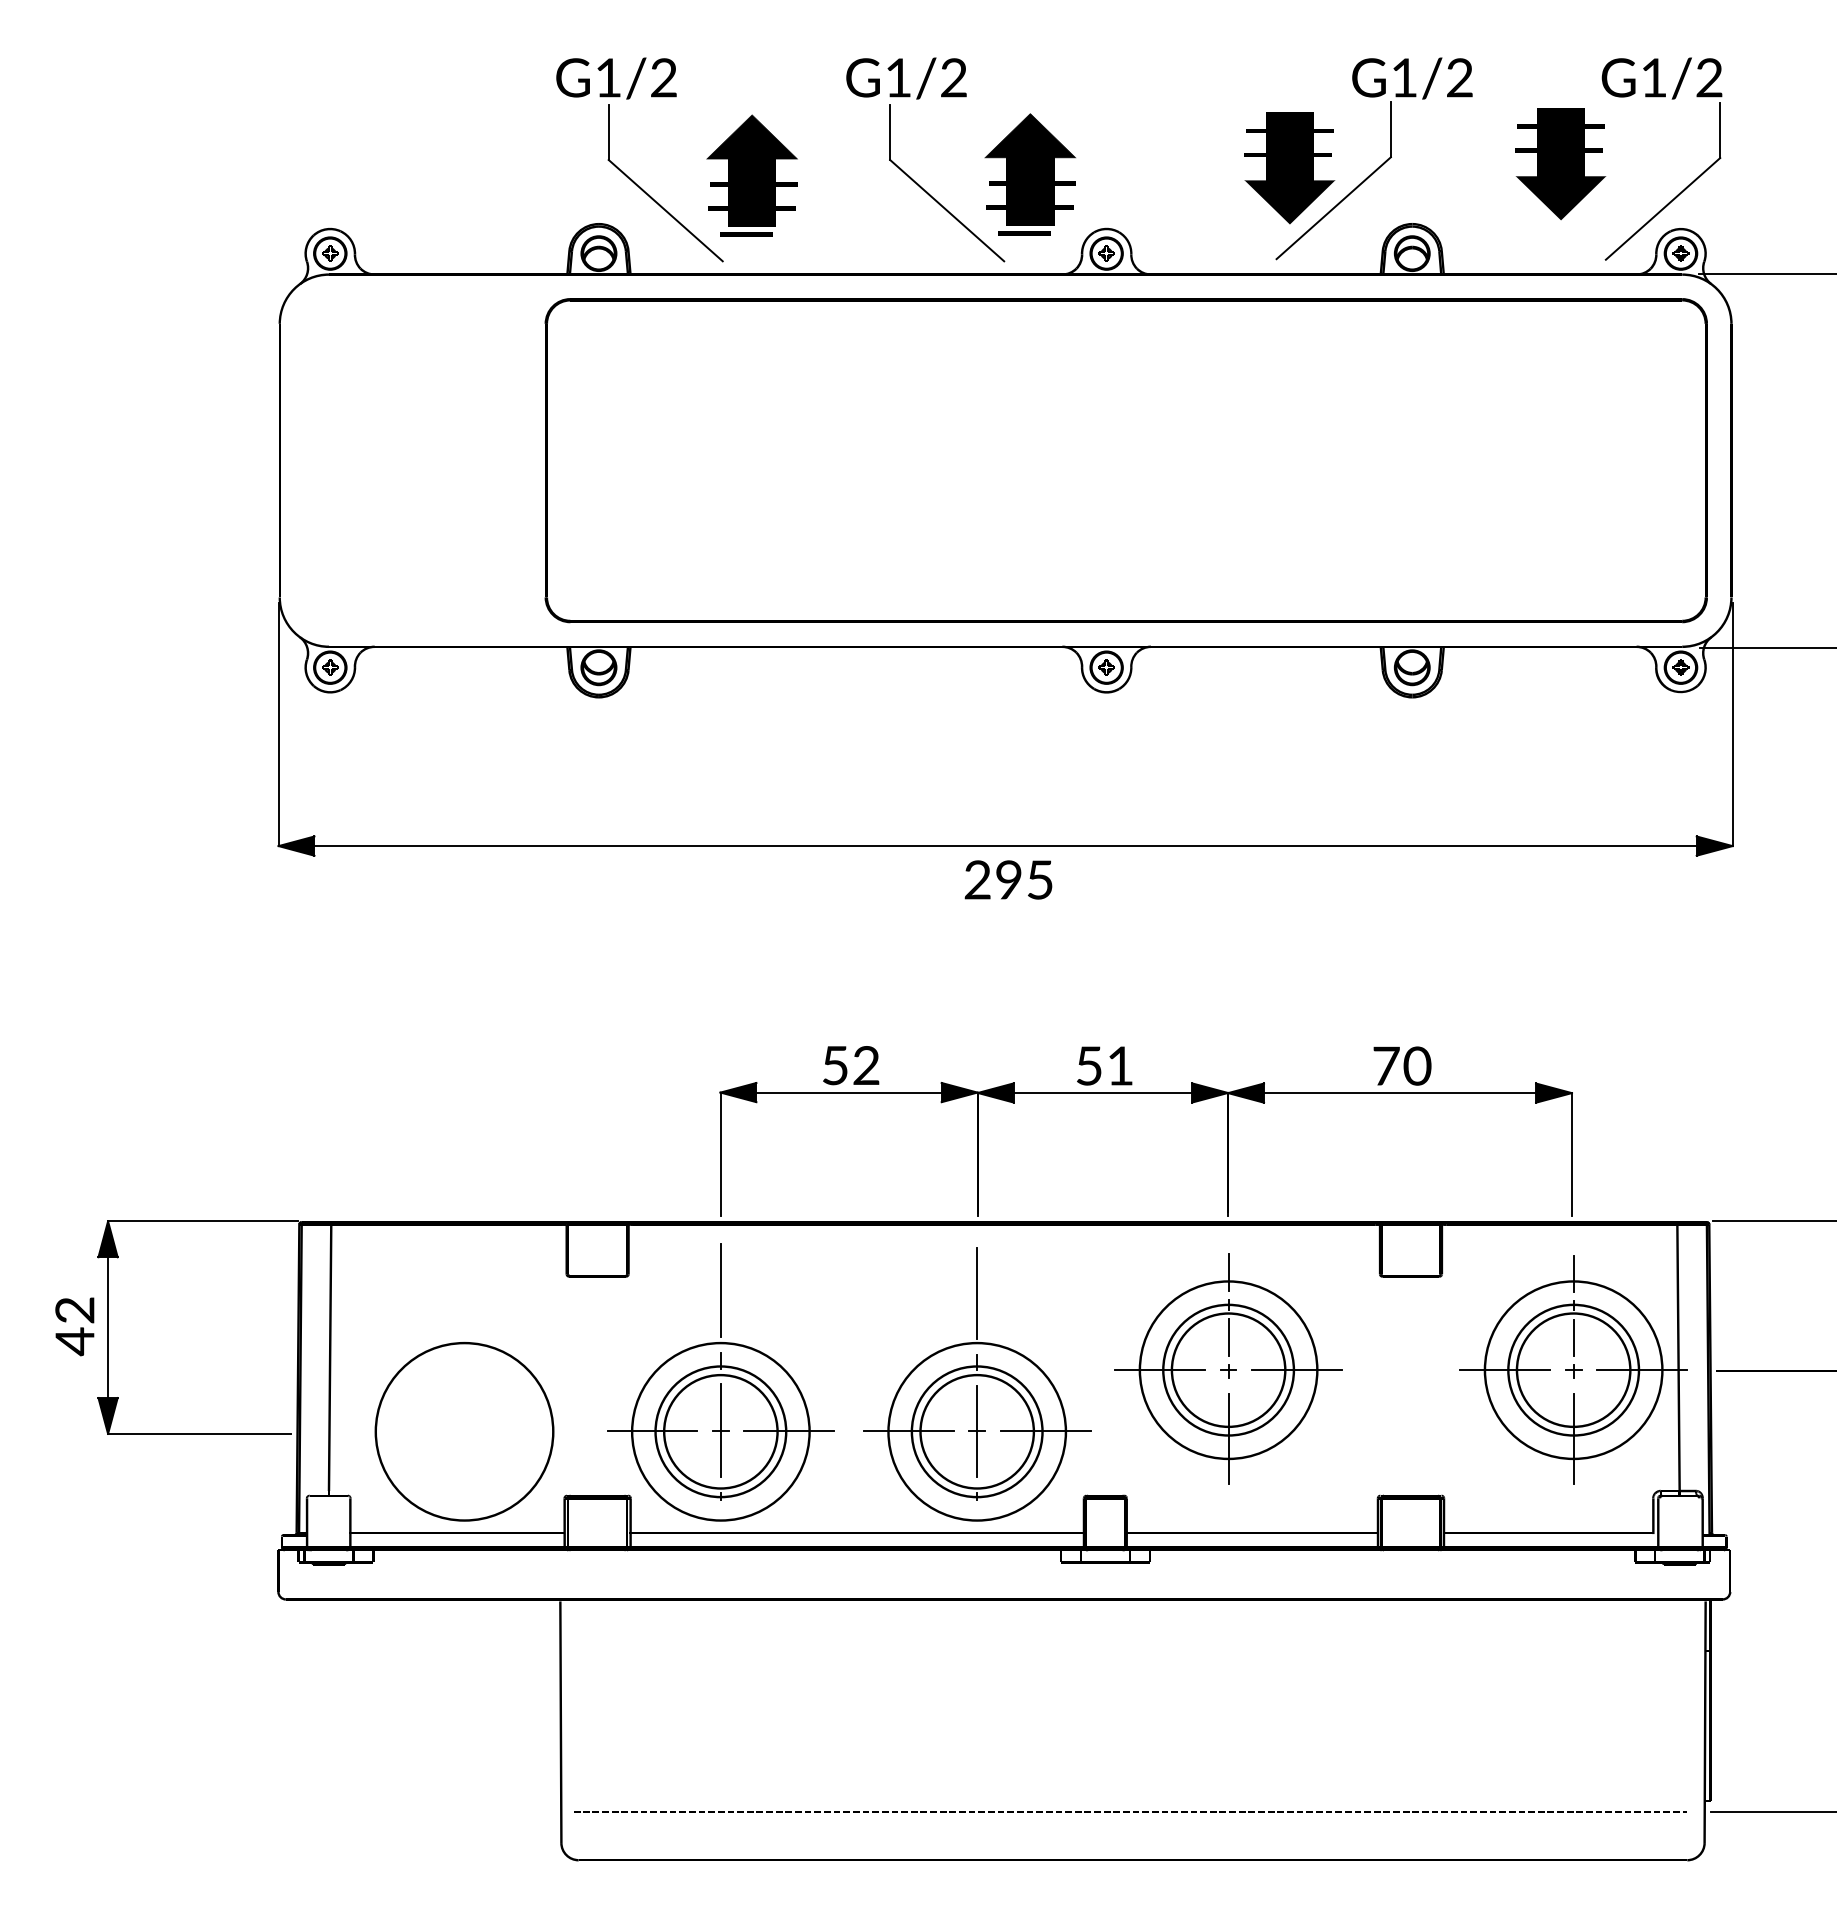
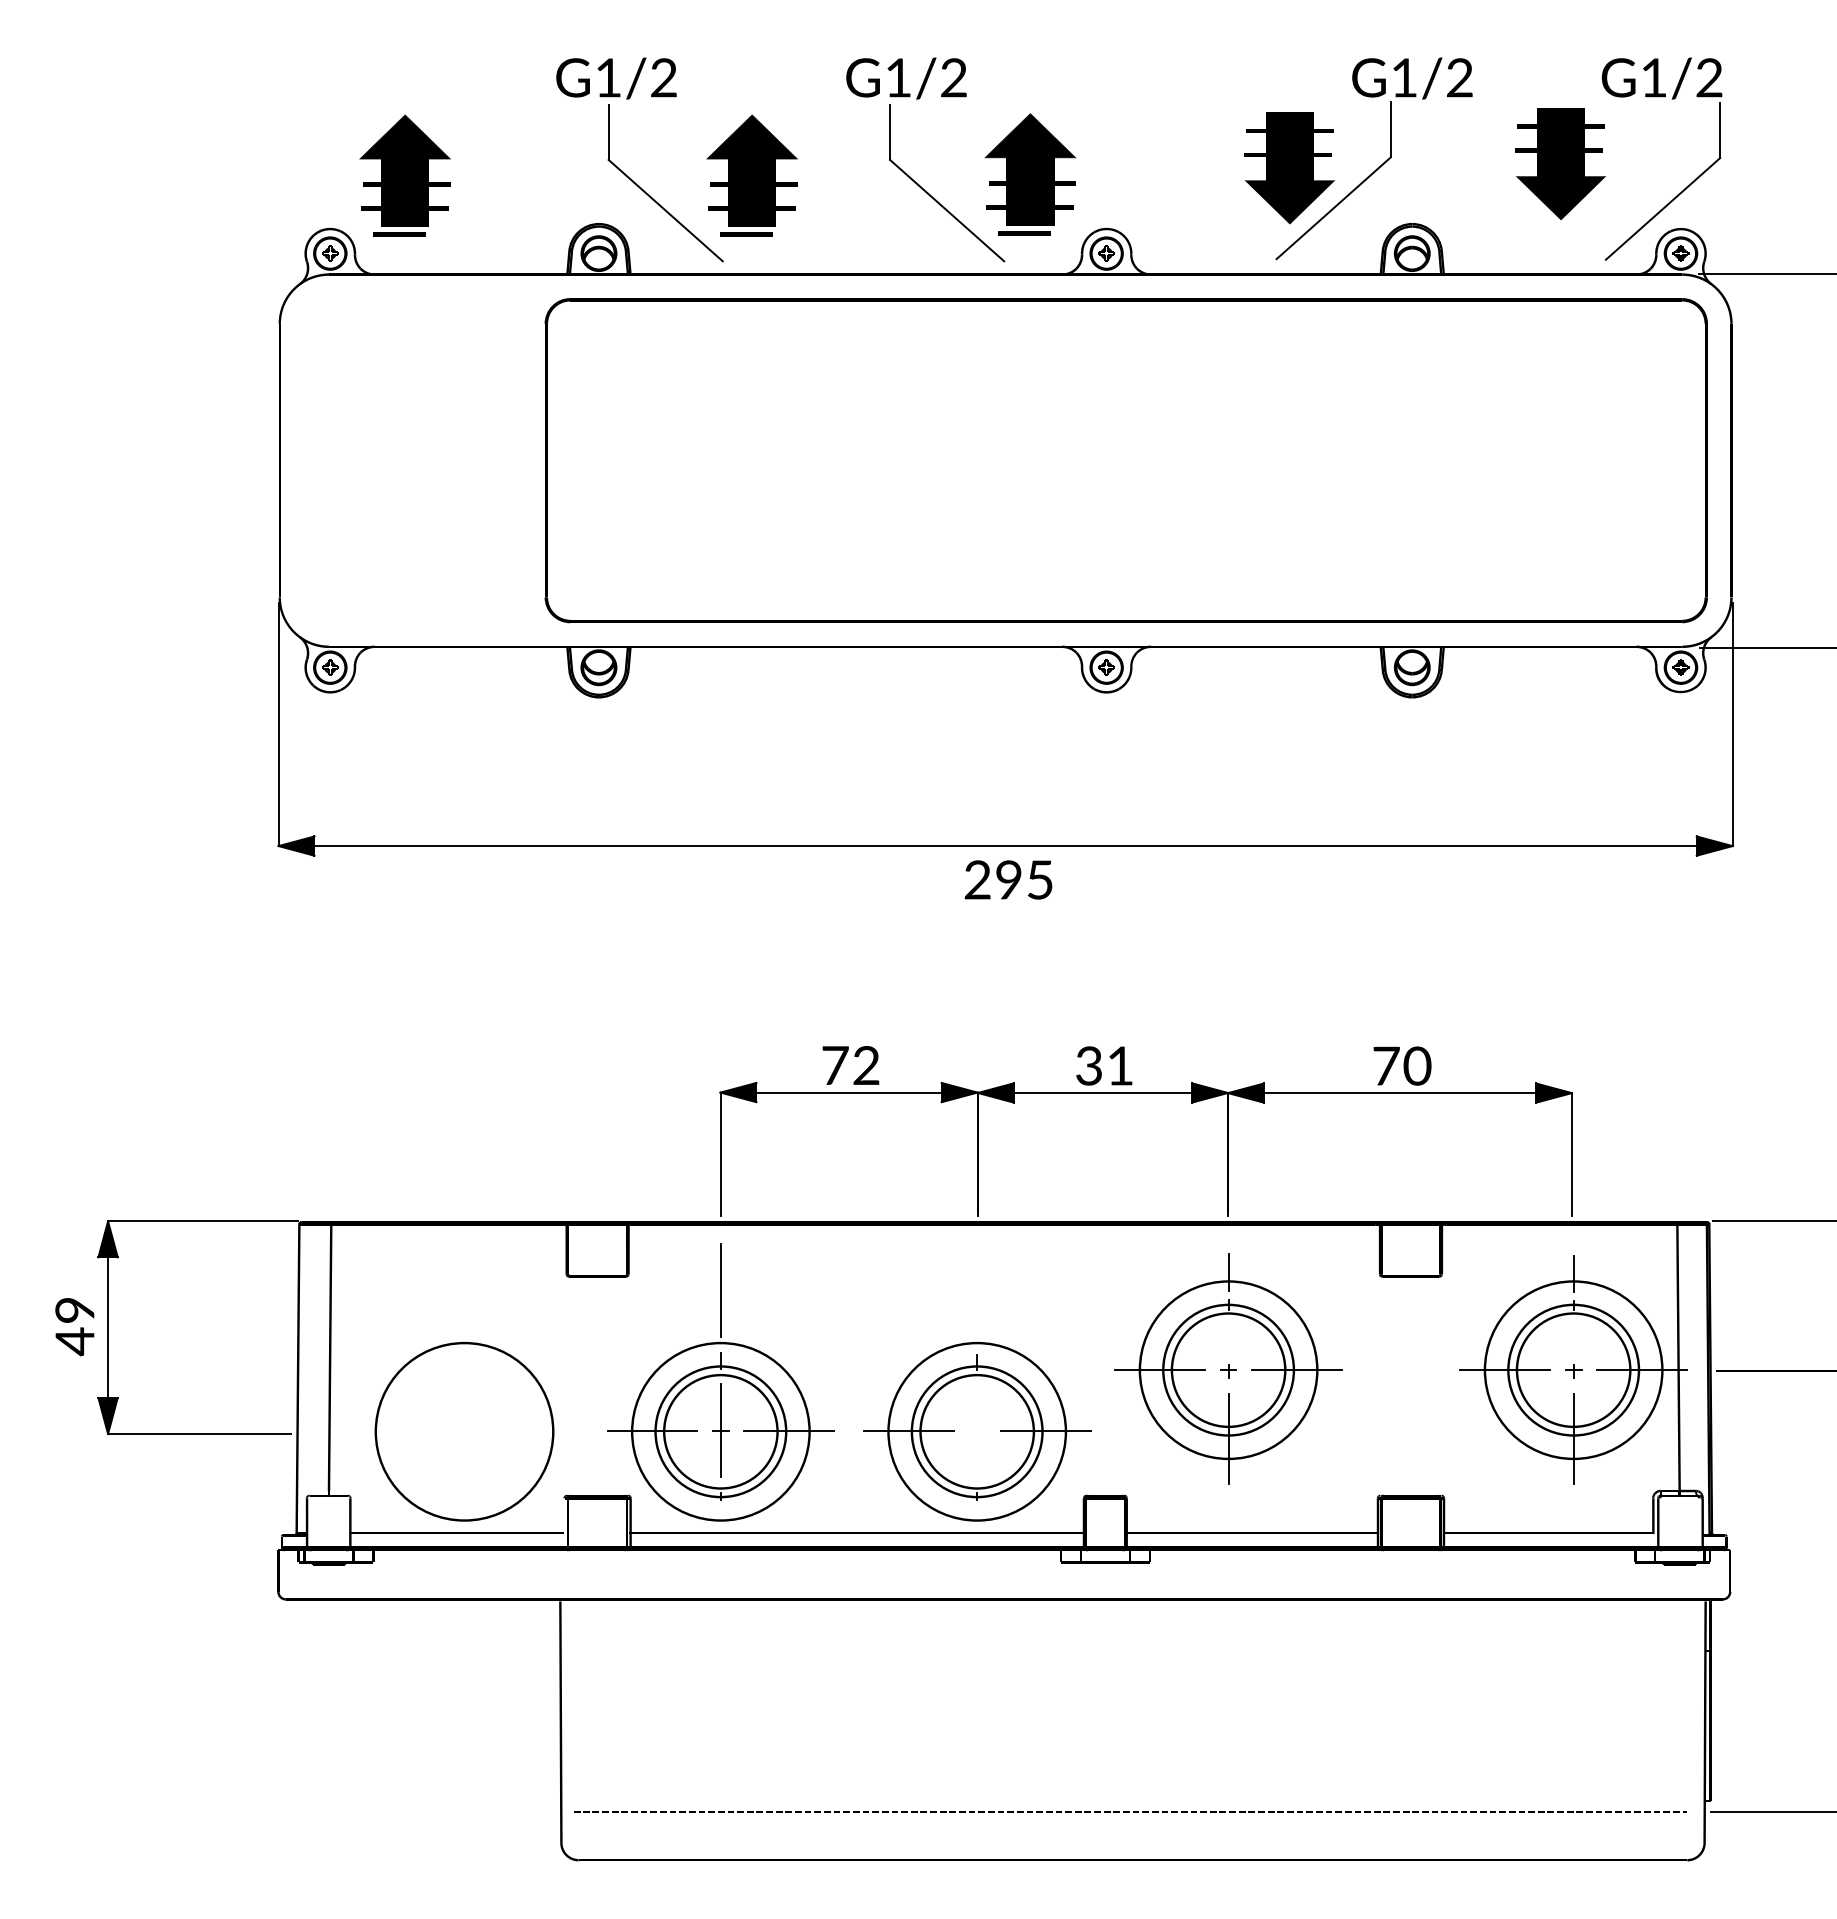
part at (404, 175): none -> present
text at (835, 1065): 52 -> 72
text at (1088, 1065): 51 -> 31
line at (977, 1293): present -> none
text at (74, 1310): 42 -> 49
line at (1228, 1337): present -> none
line at (1573, 1337): present -> none
fill at (299, 1378): present -> none
part at (976, 1431): present -> none
fill at (564, 1522): present -> none
